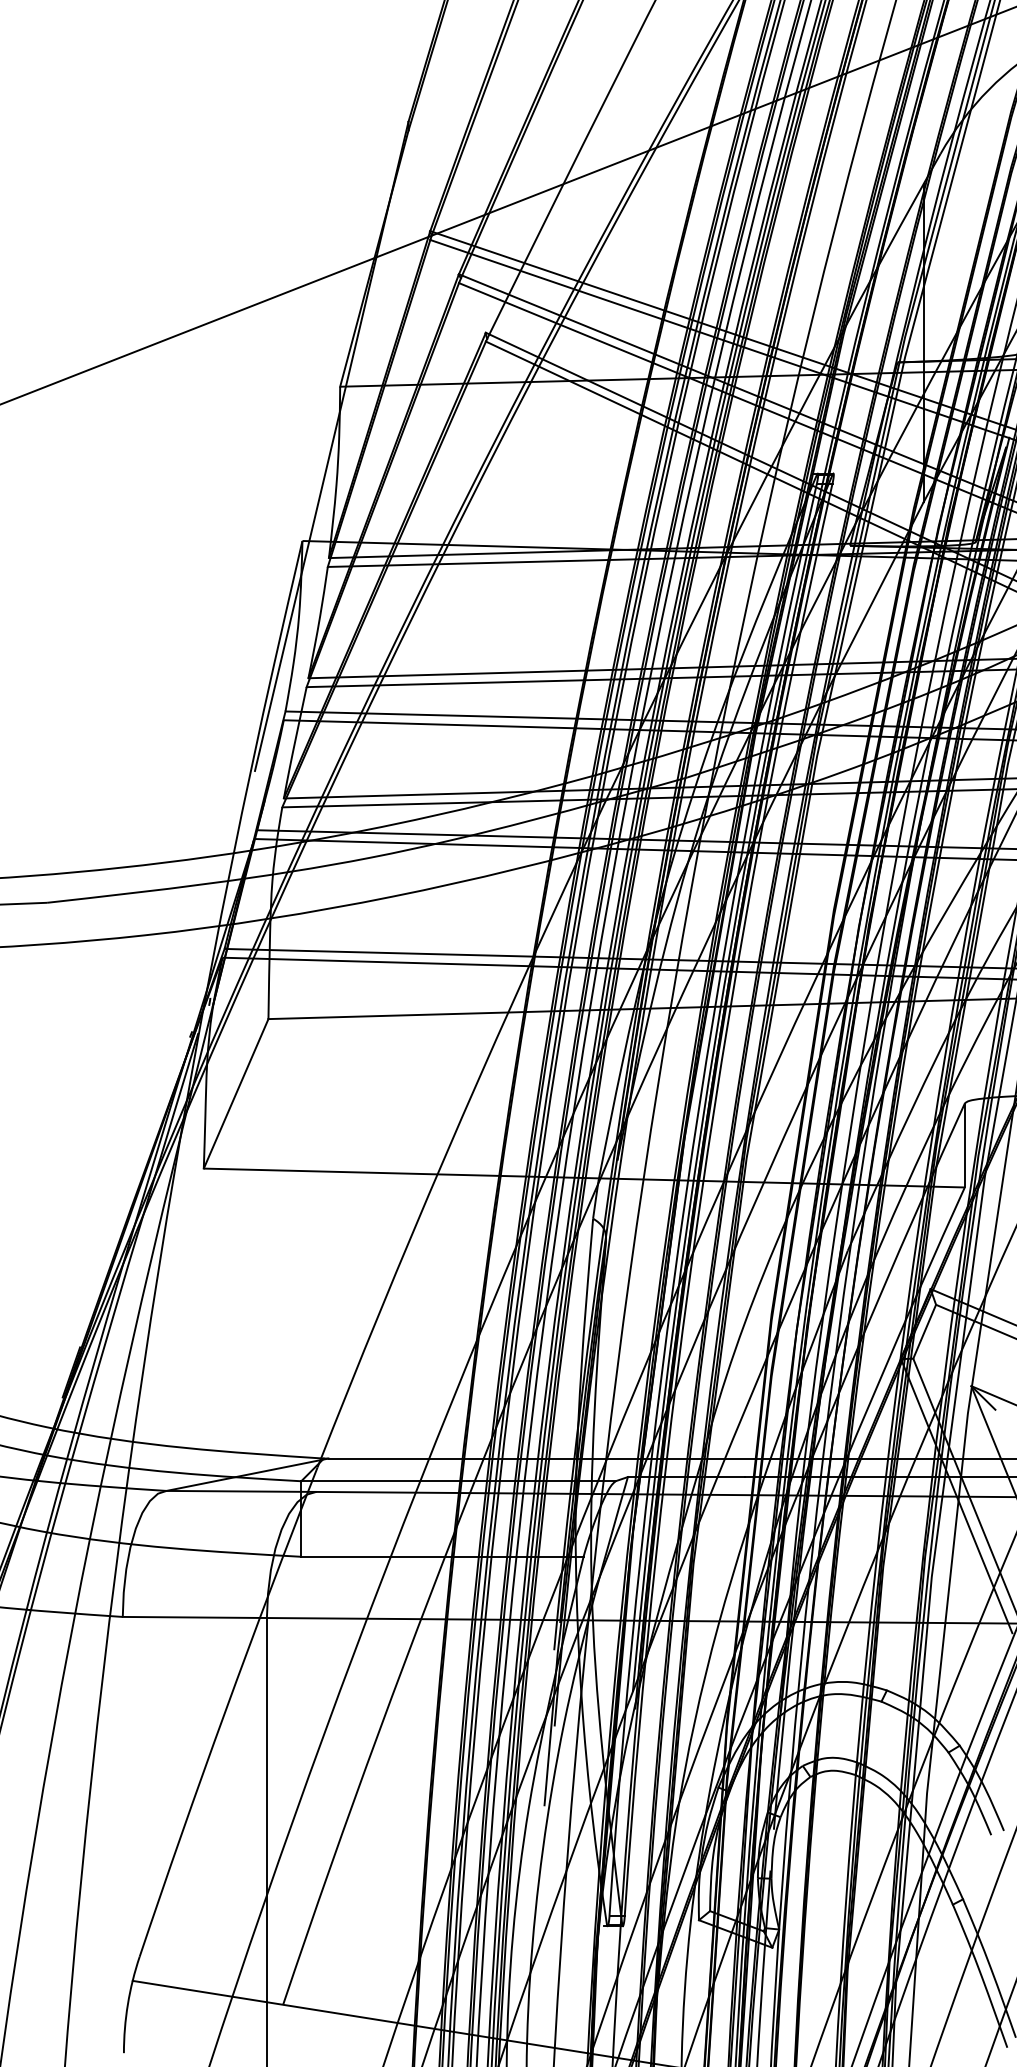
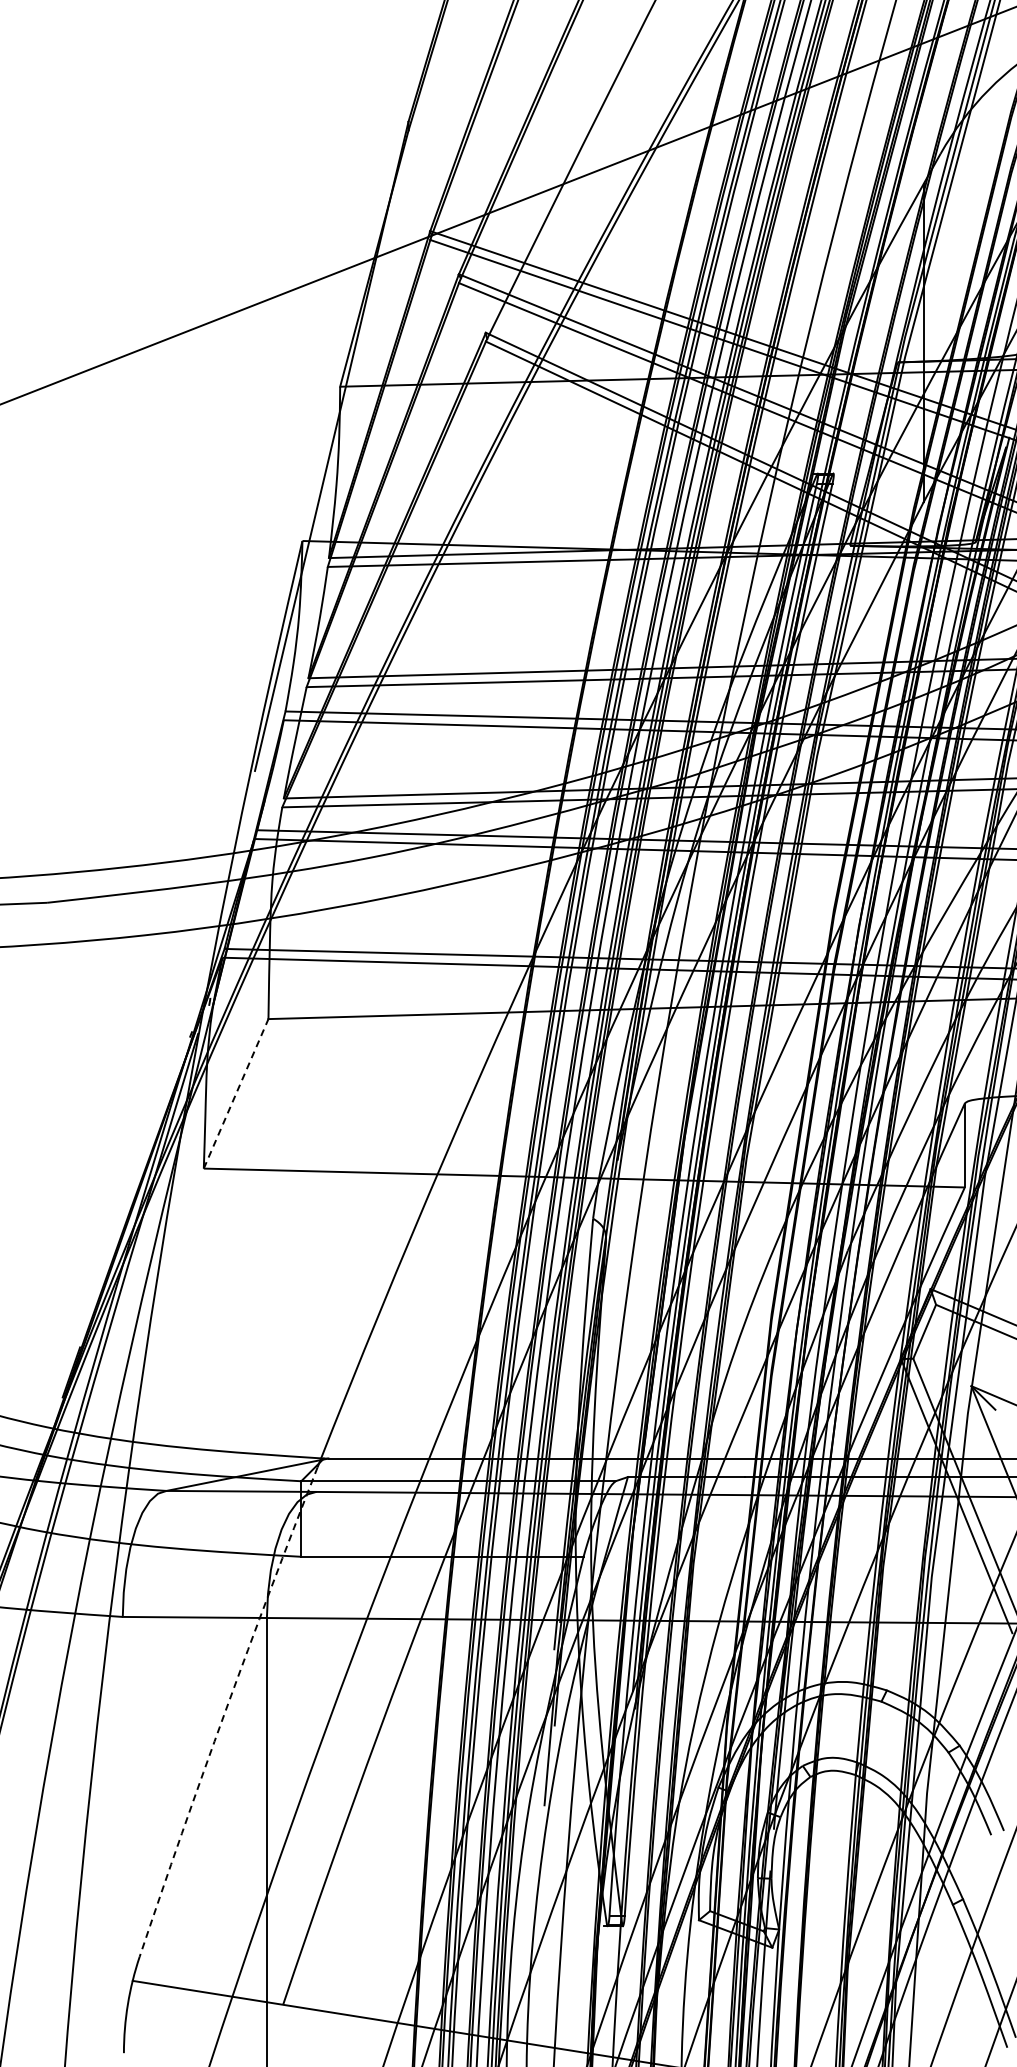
line at (236, 1093): solid -> dashed
arc at (225, 1710): solid -> dashed
